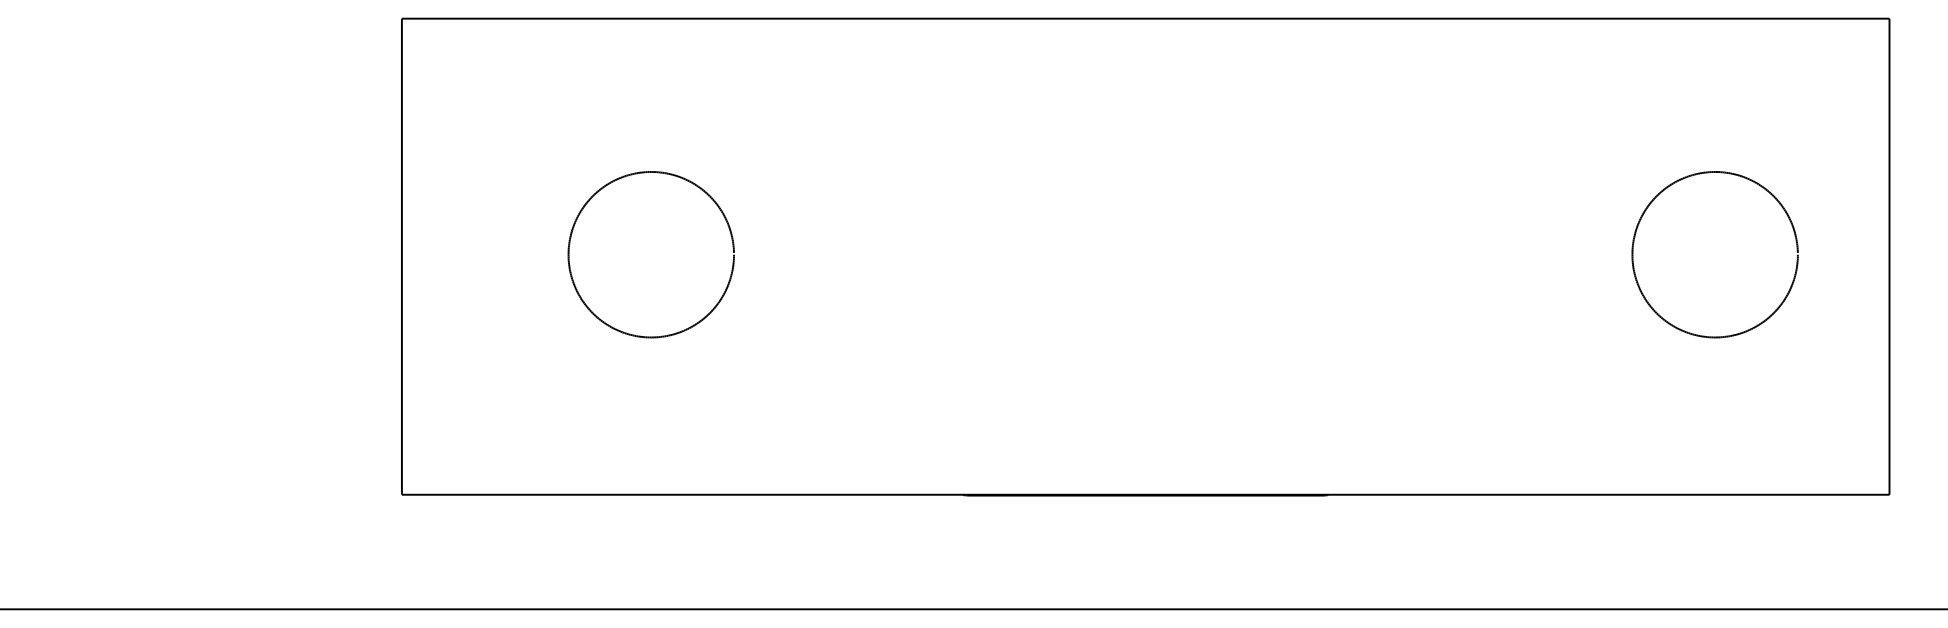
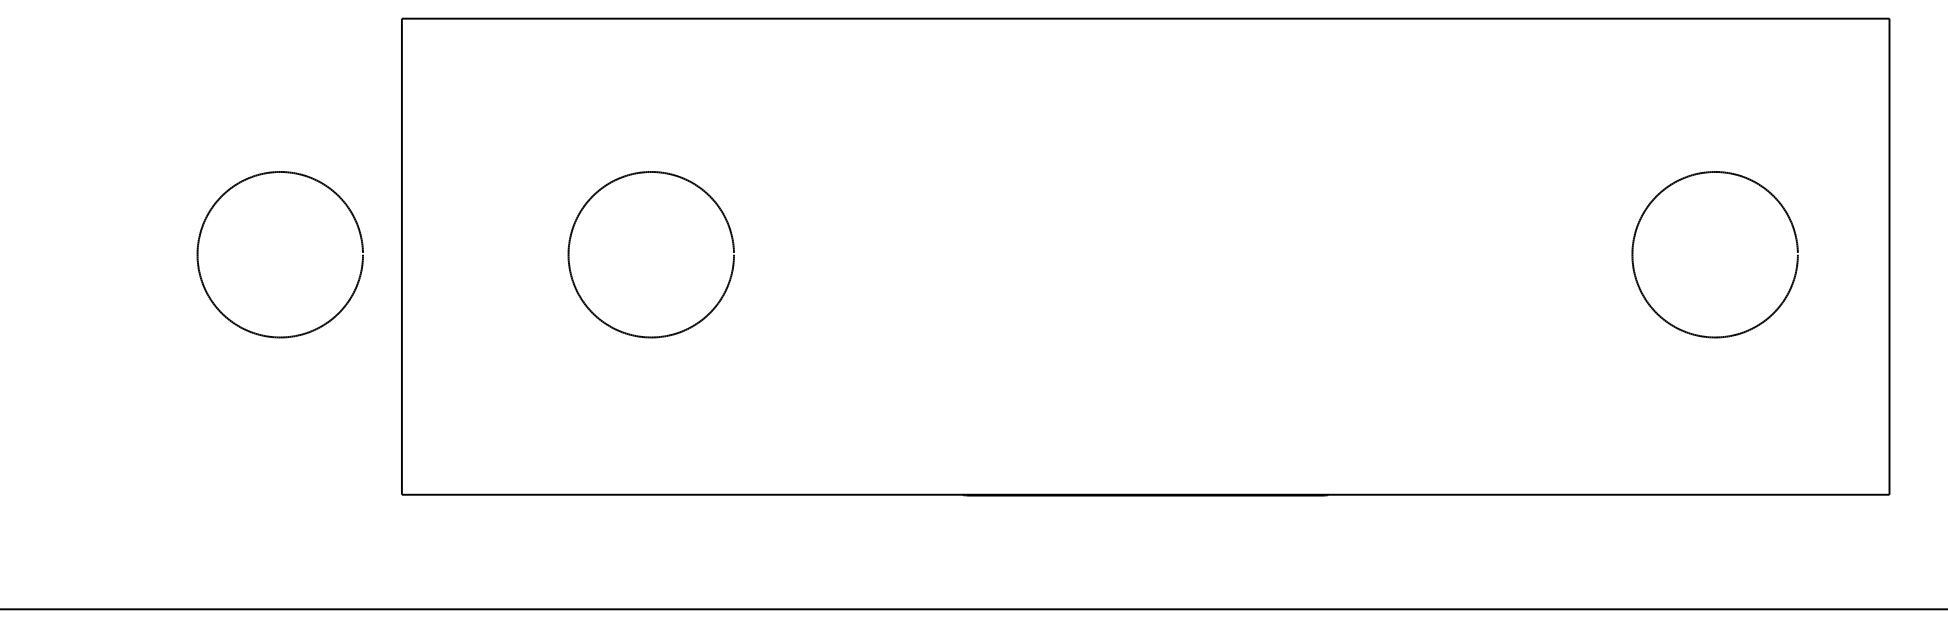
part at (209, 214): none -> present
